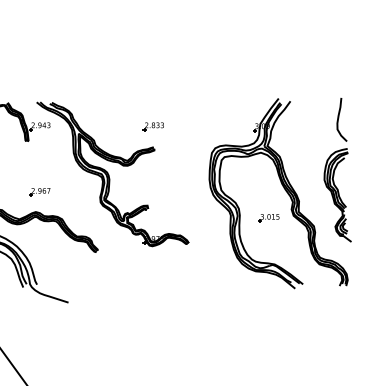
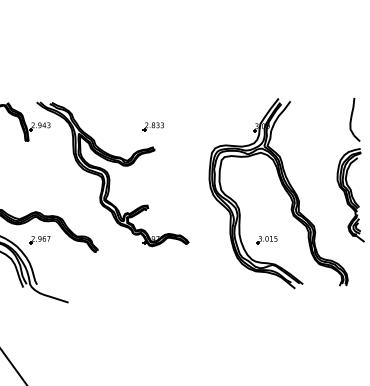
part at (337, 170) position: (337, 170) -> (350, 170)
part at (39, 192) position: (39, 192) -> (39, 240)
part at (268, 218) position: (268, 218) -> (266, 240)
